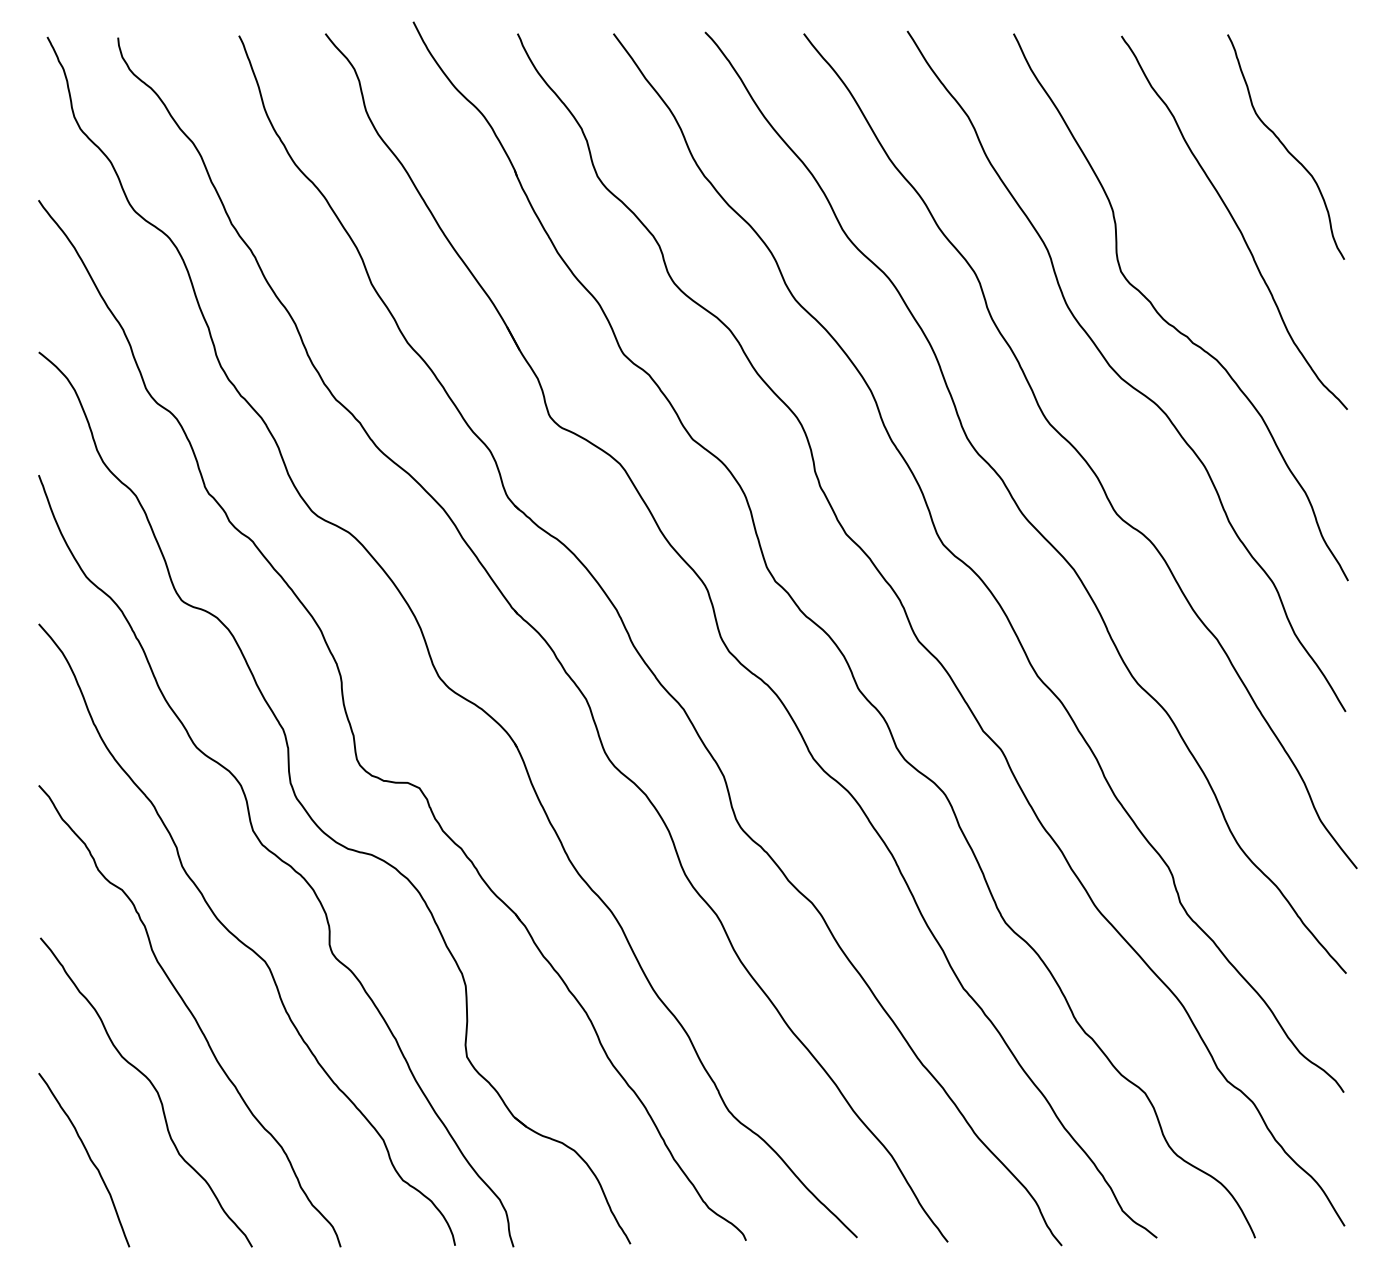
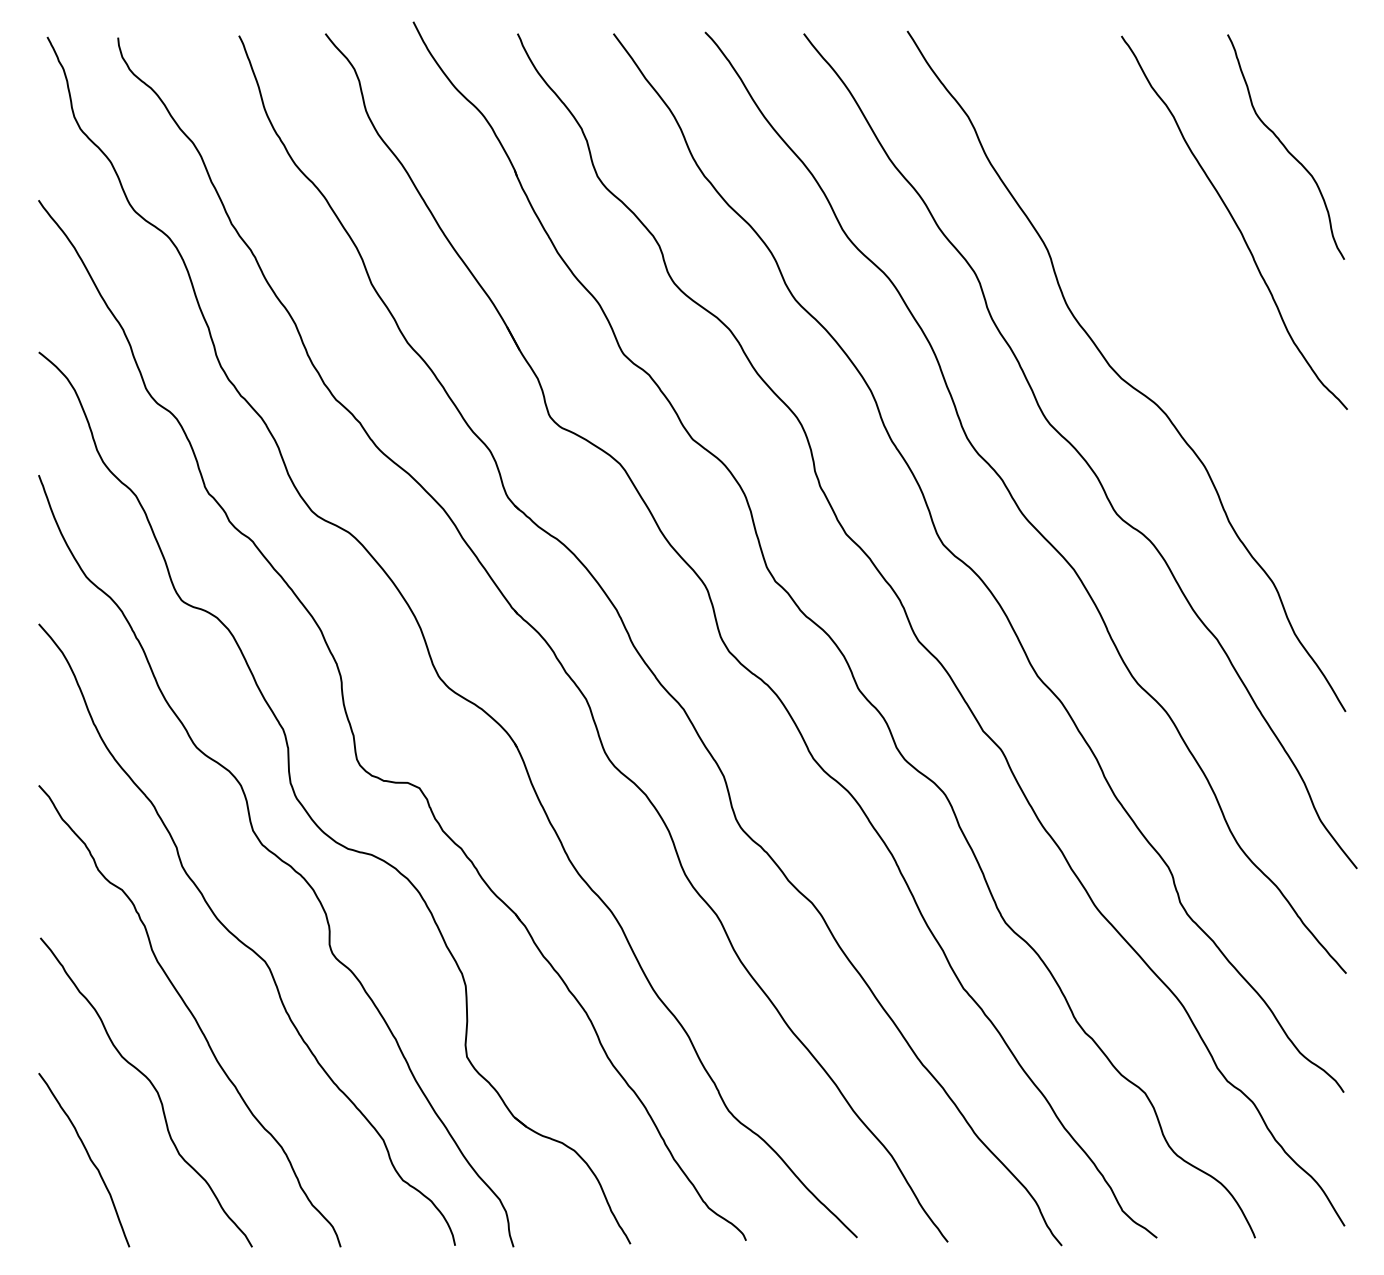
curve at (1170, 323): present -> none
